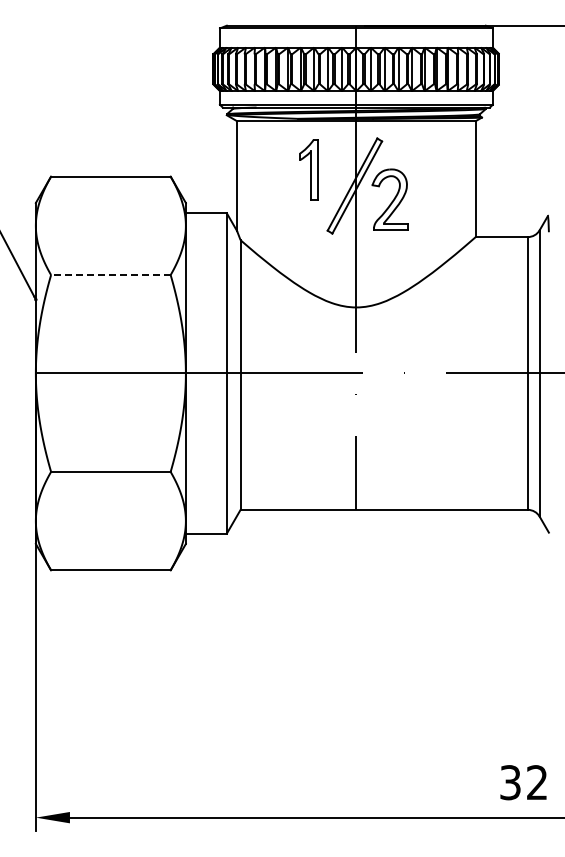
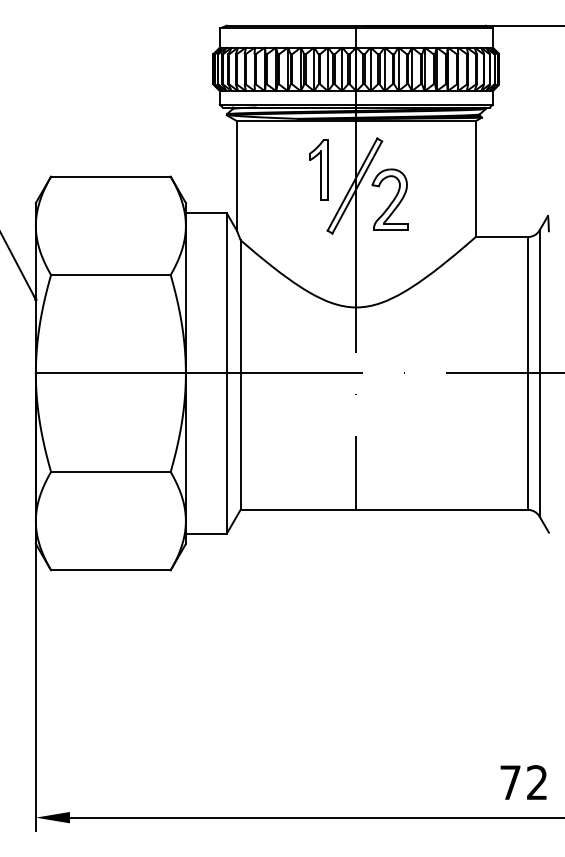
part at (308, 169) position: (308, 169) -> (318, 169)
line at (110, 275): dashed -> solid
text at (510, 782): 32 -> 72
